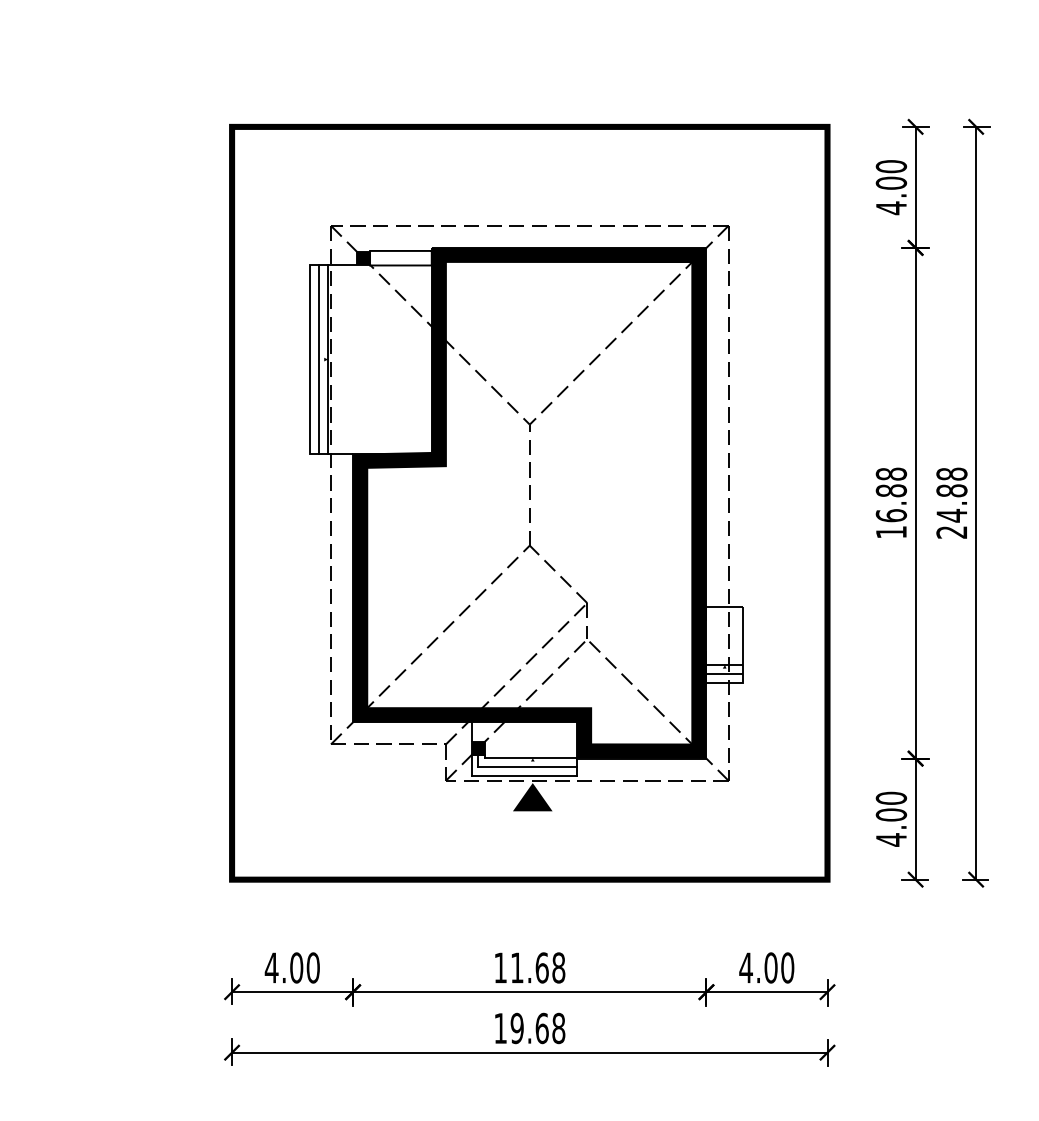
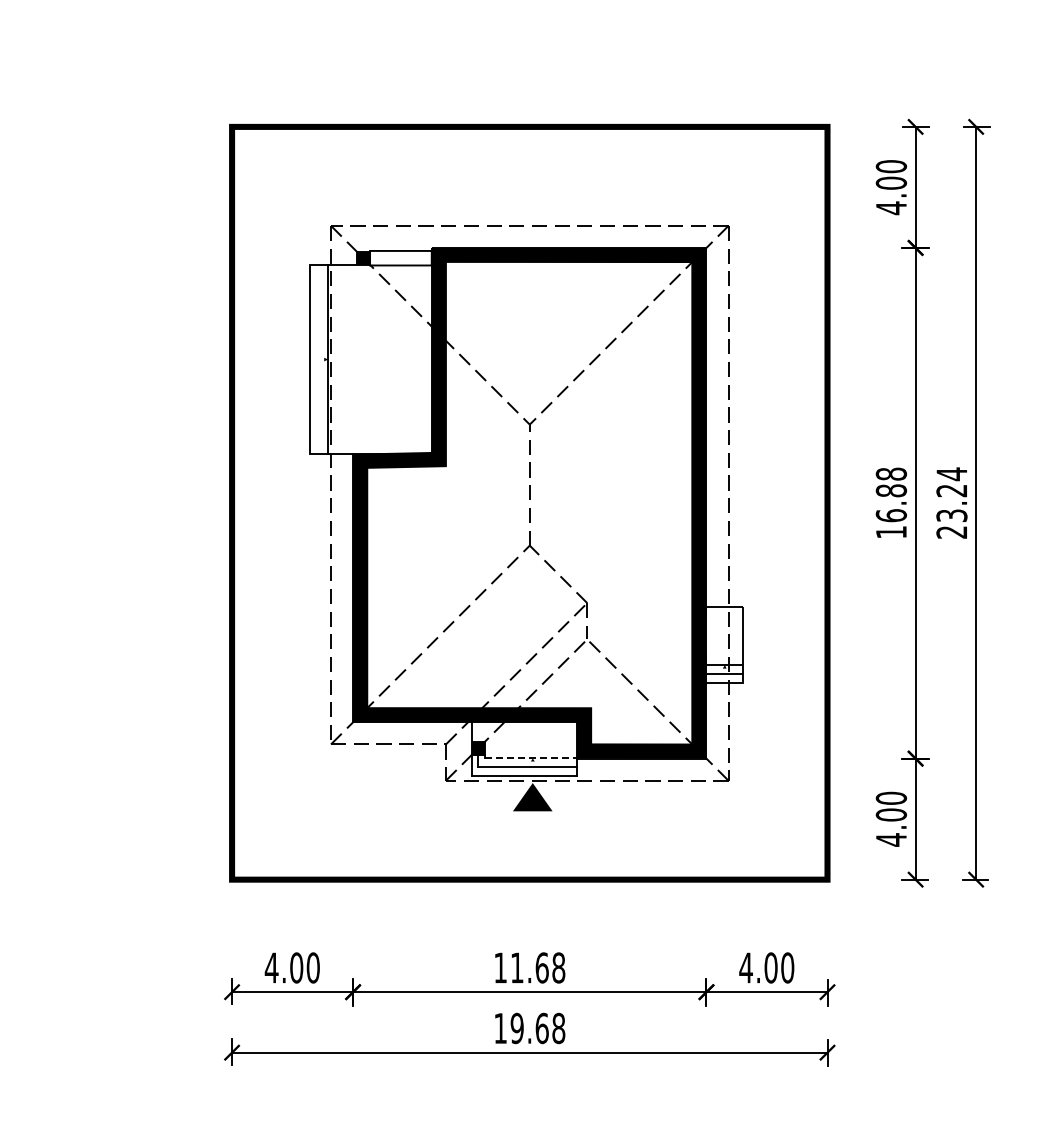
line at (318, 359): present -> none
text at (951, 494): 24.88 -> 23.24
line at (531, 757): solid -> dashed
